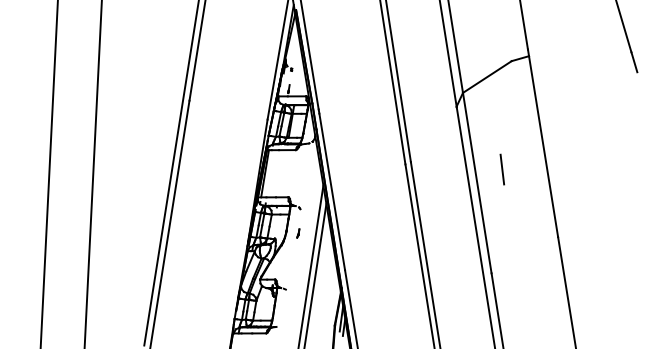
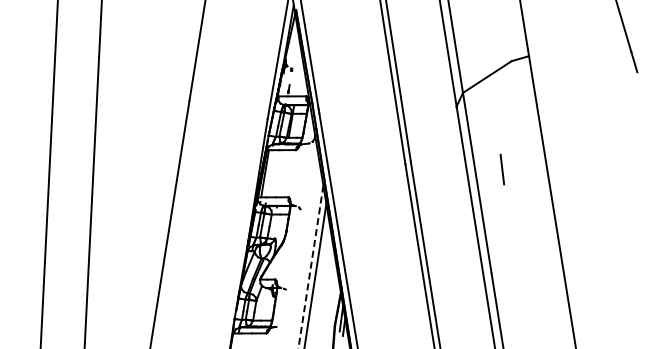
line at (171, 173): present -> none
part at (298, 233): present -> none
line at (310, 267): solid -> dashed
